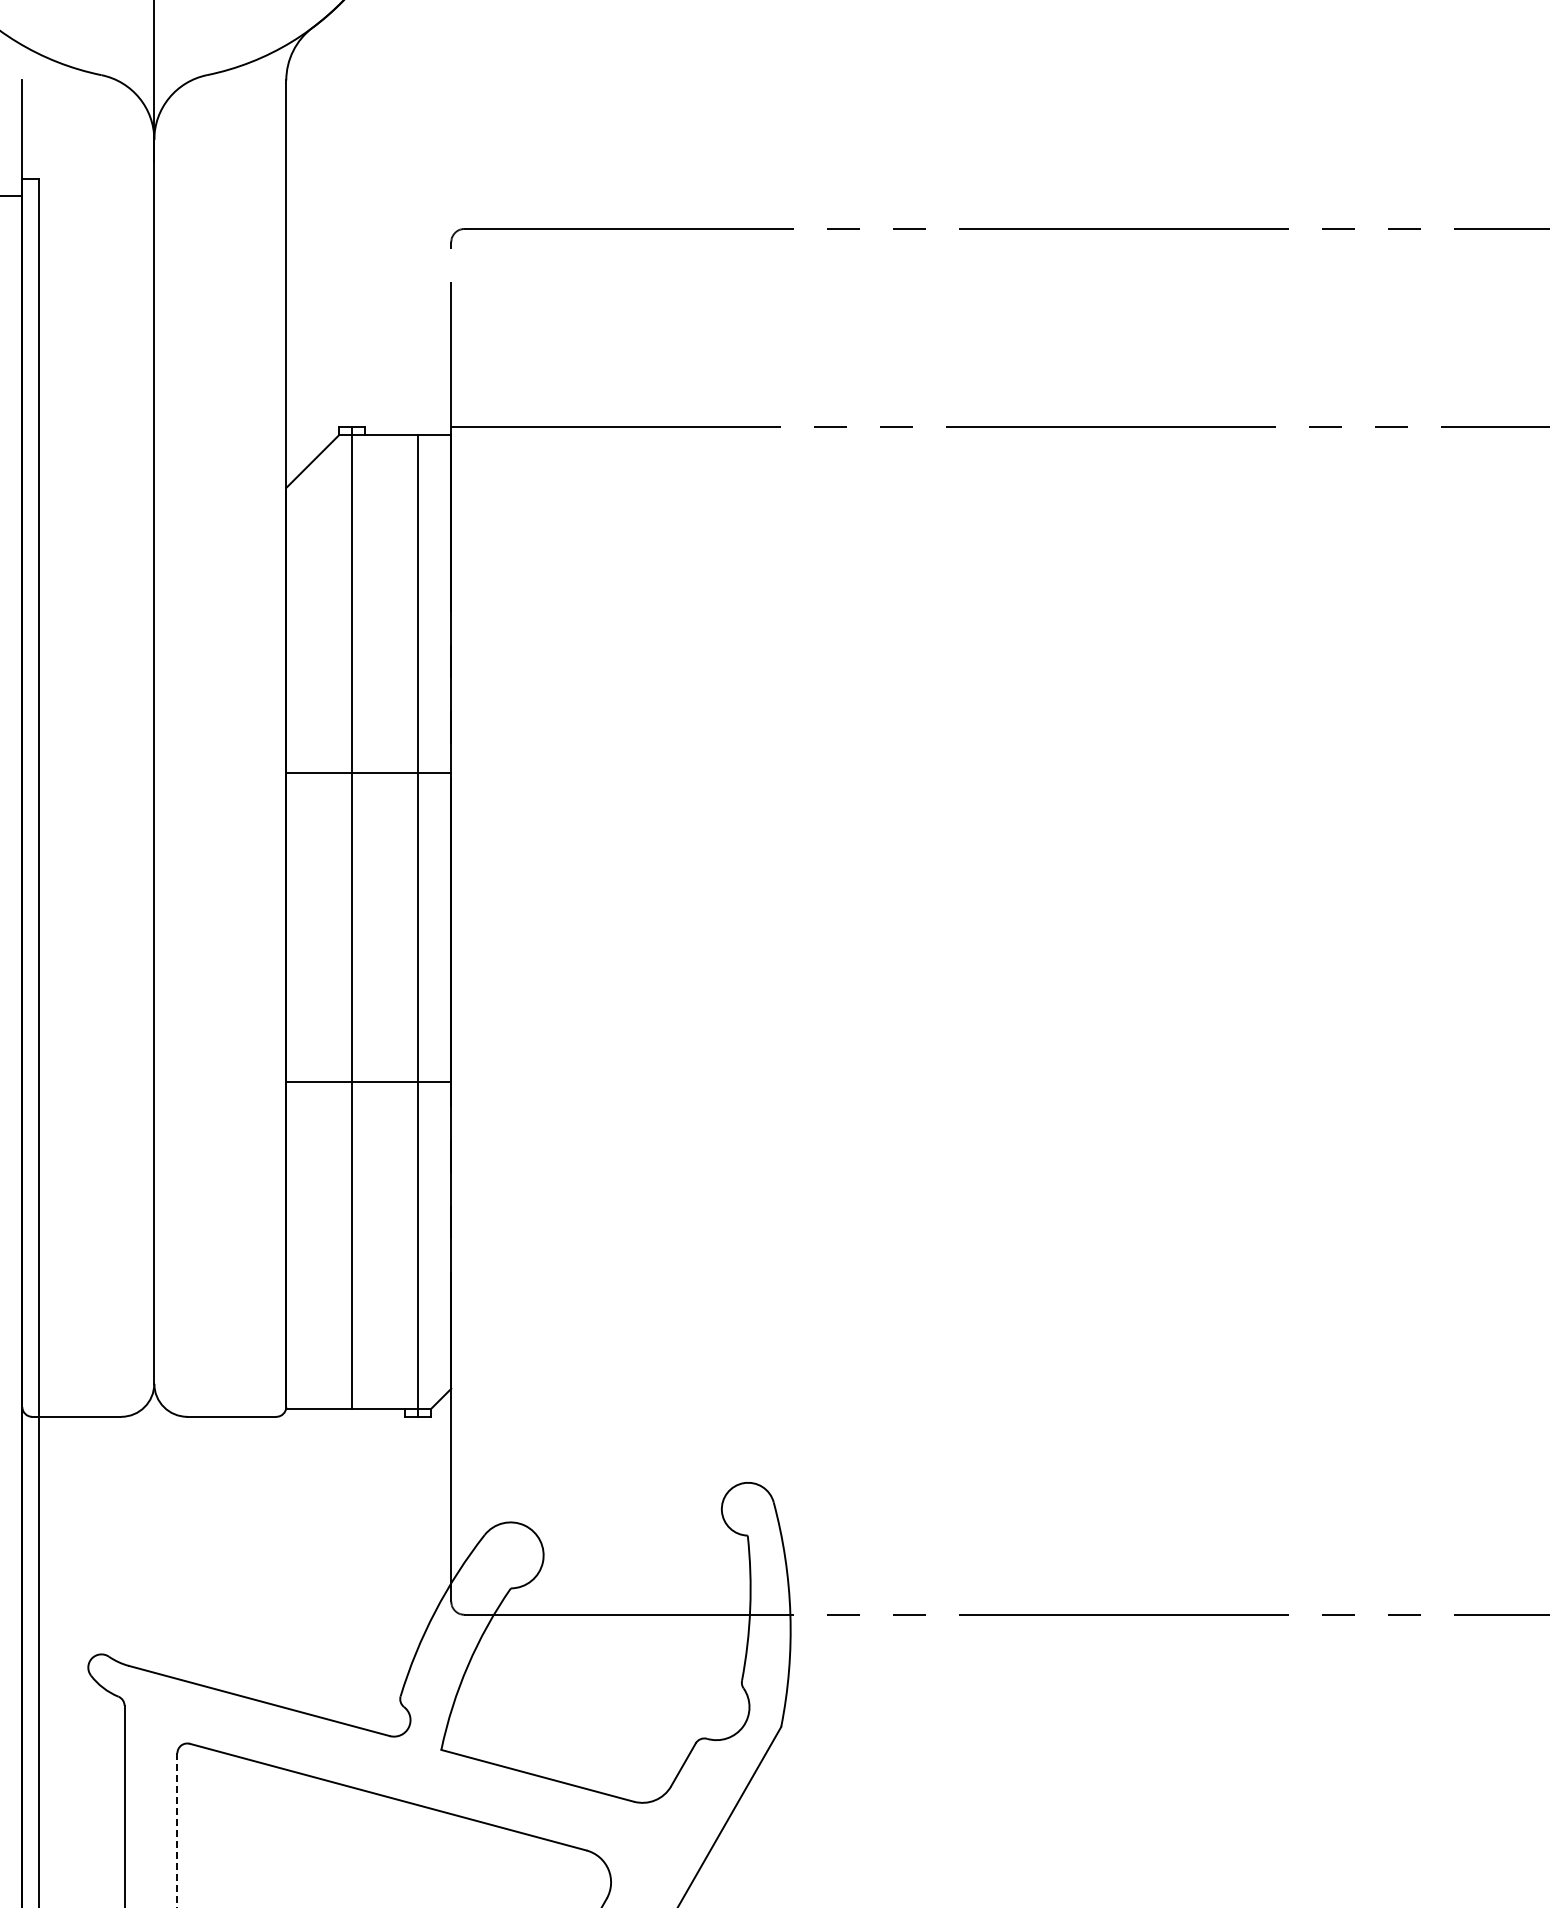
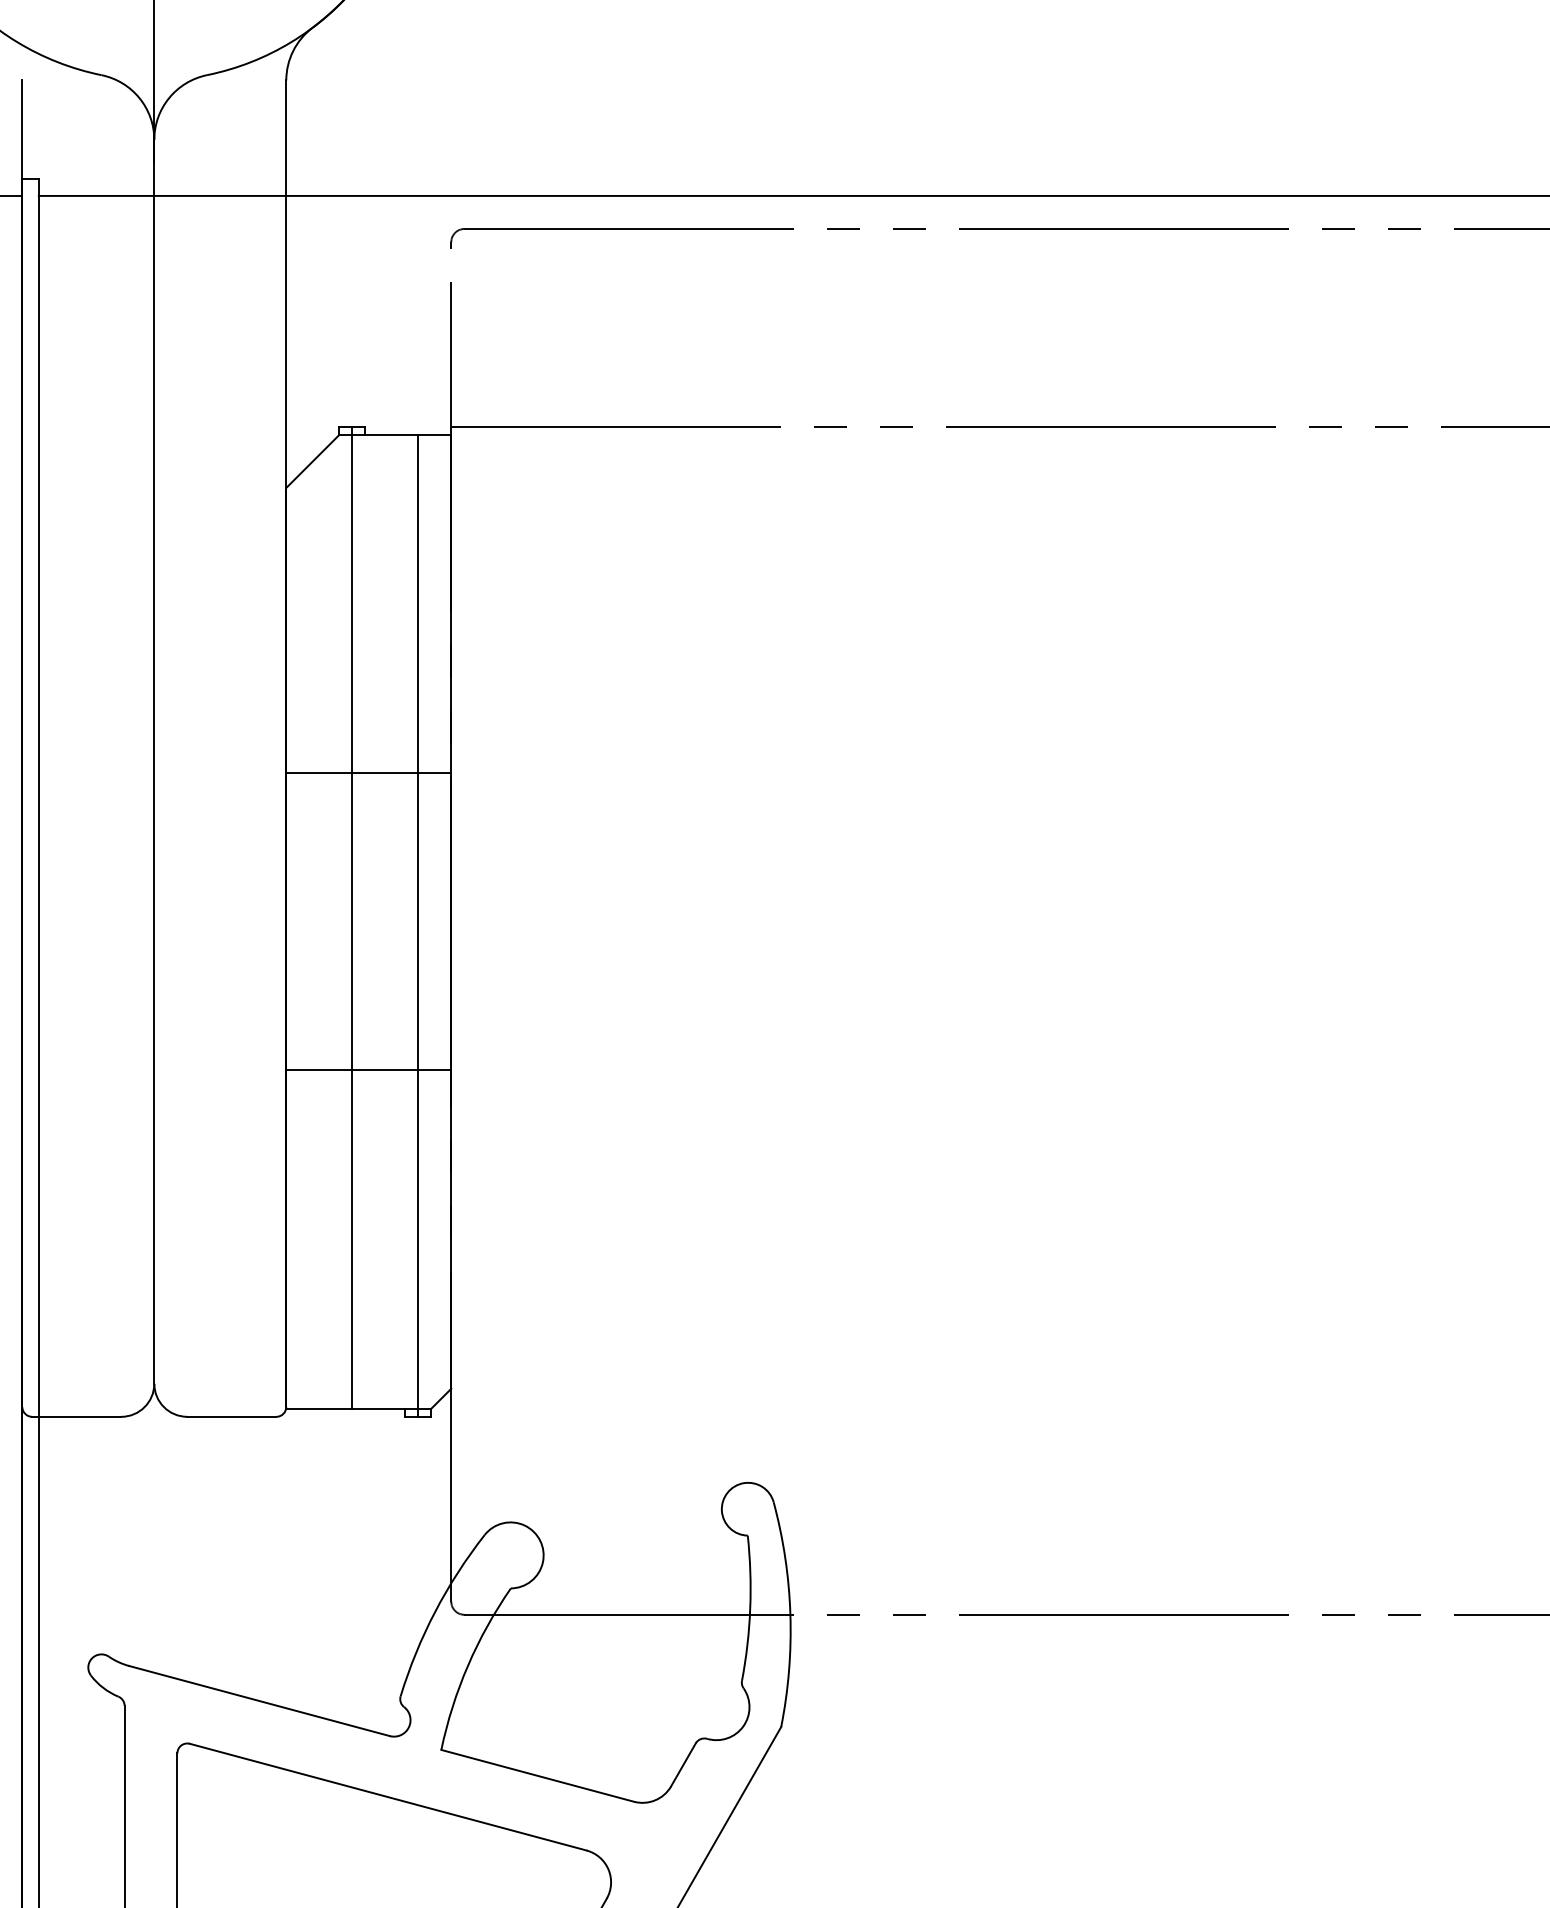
line at (792, 195): none -> present
line at (368, 1082) position: (368, 1082) -> (368, 1070)
line at (177, 1830): dashed -> solid
